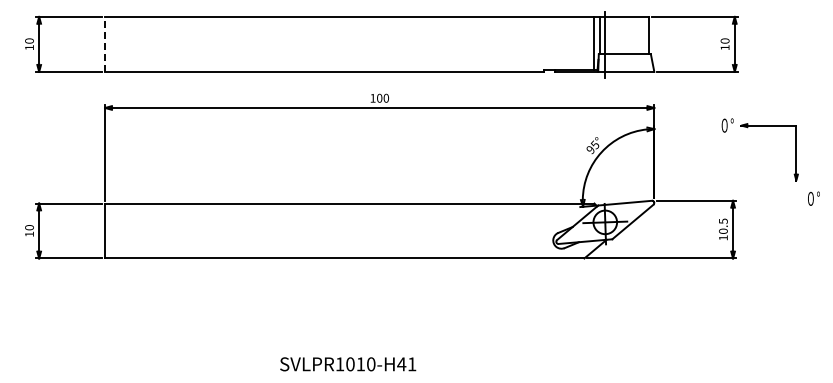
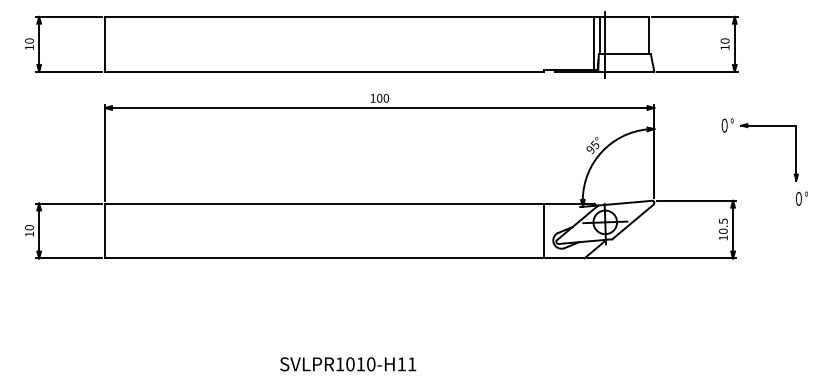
line at (105, 43): dashed -> solid
text at (813, 198) position: (813, 198) -> (801, 198)
line at (544, 230): none -> present
text at (401, 364): SVLPR1010-H41 -> SVLPR1010-H11
